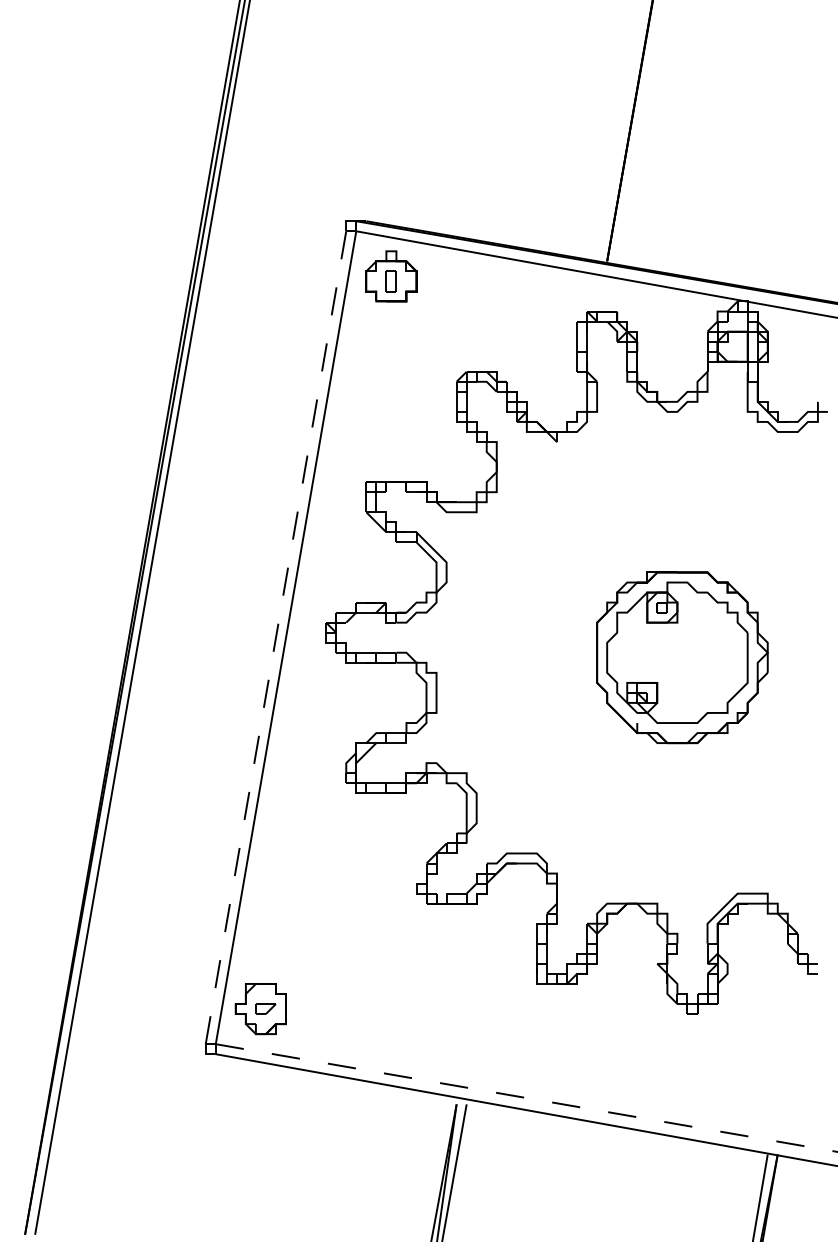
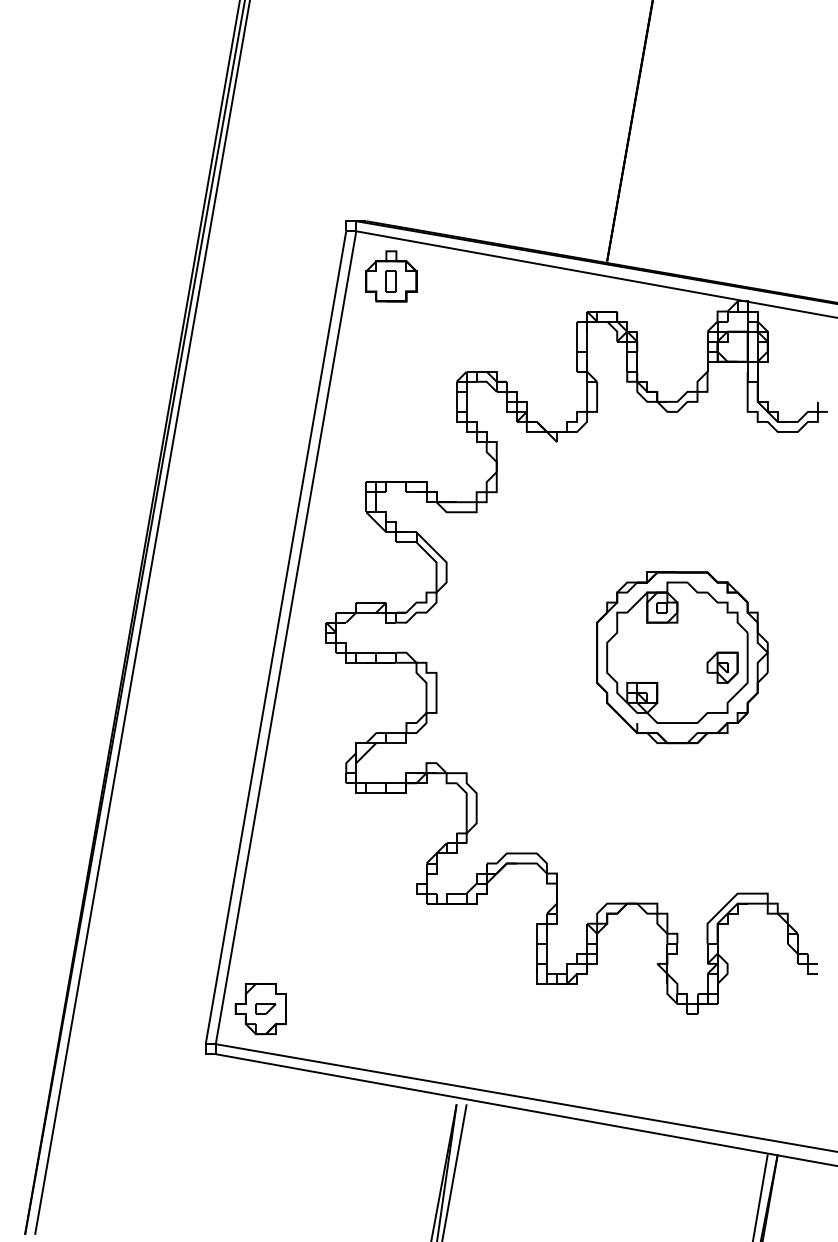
line at (275, 638): dashed -> solid
part at (722, 667): none -> present
line at (527, 1098): dashed -> solid
